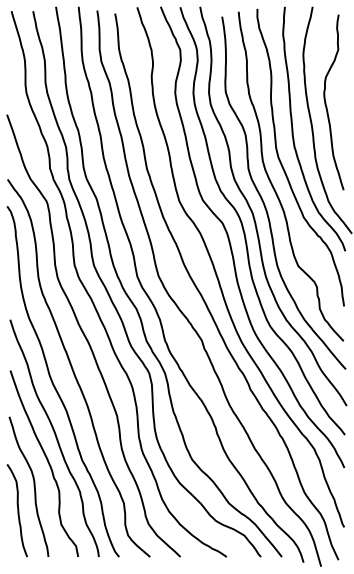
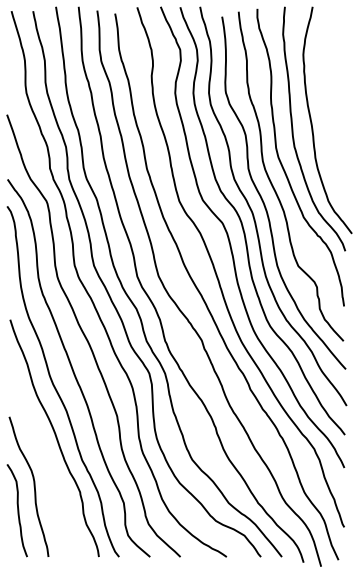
curve at (326, 102): present -> none
curve at (47, 462): present -> none
